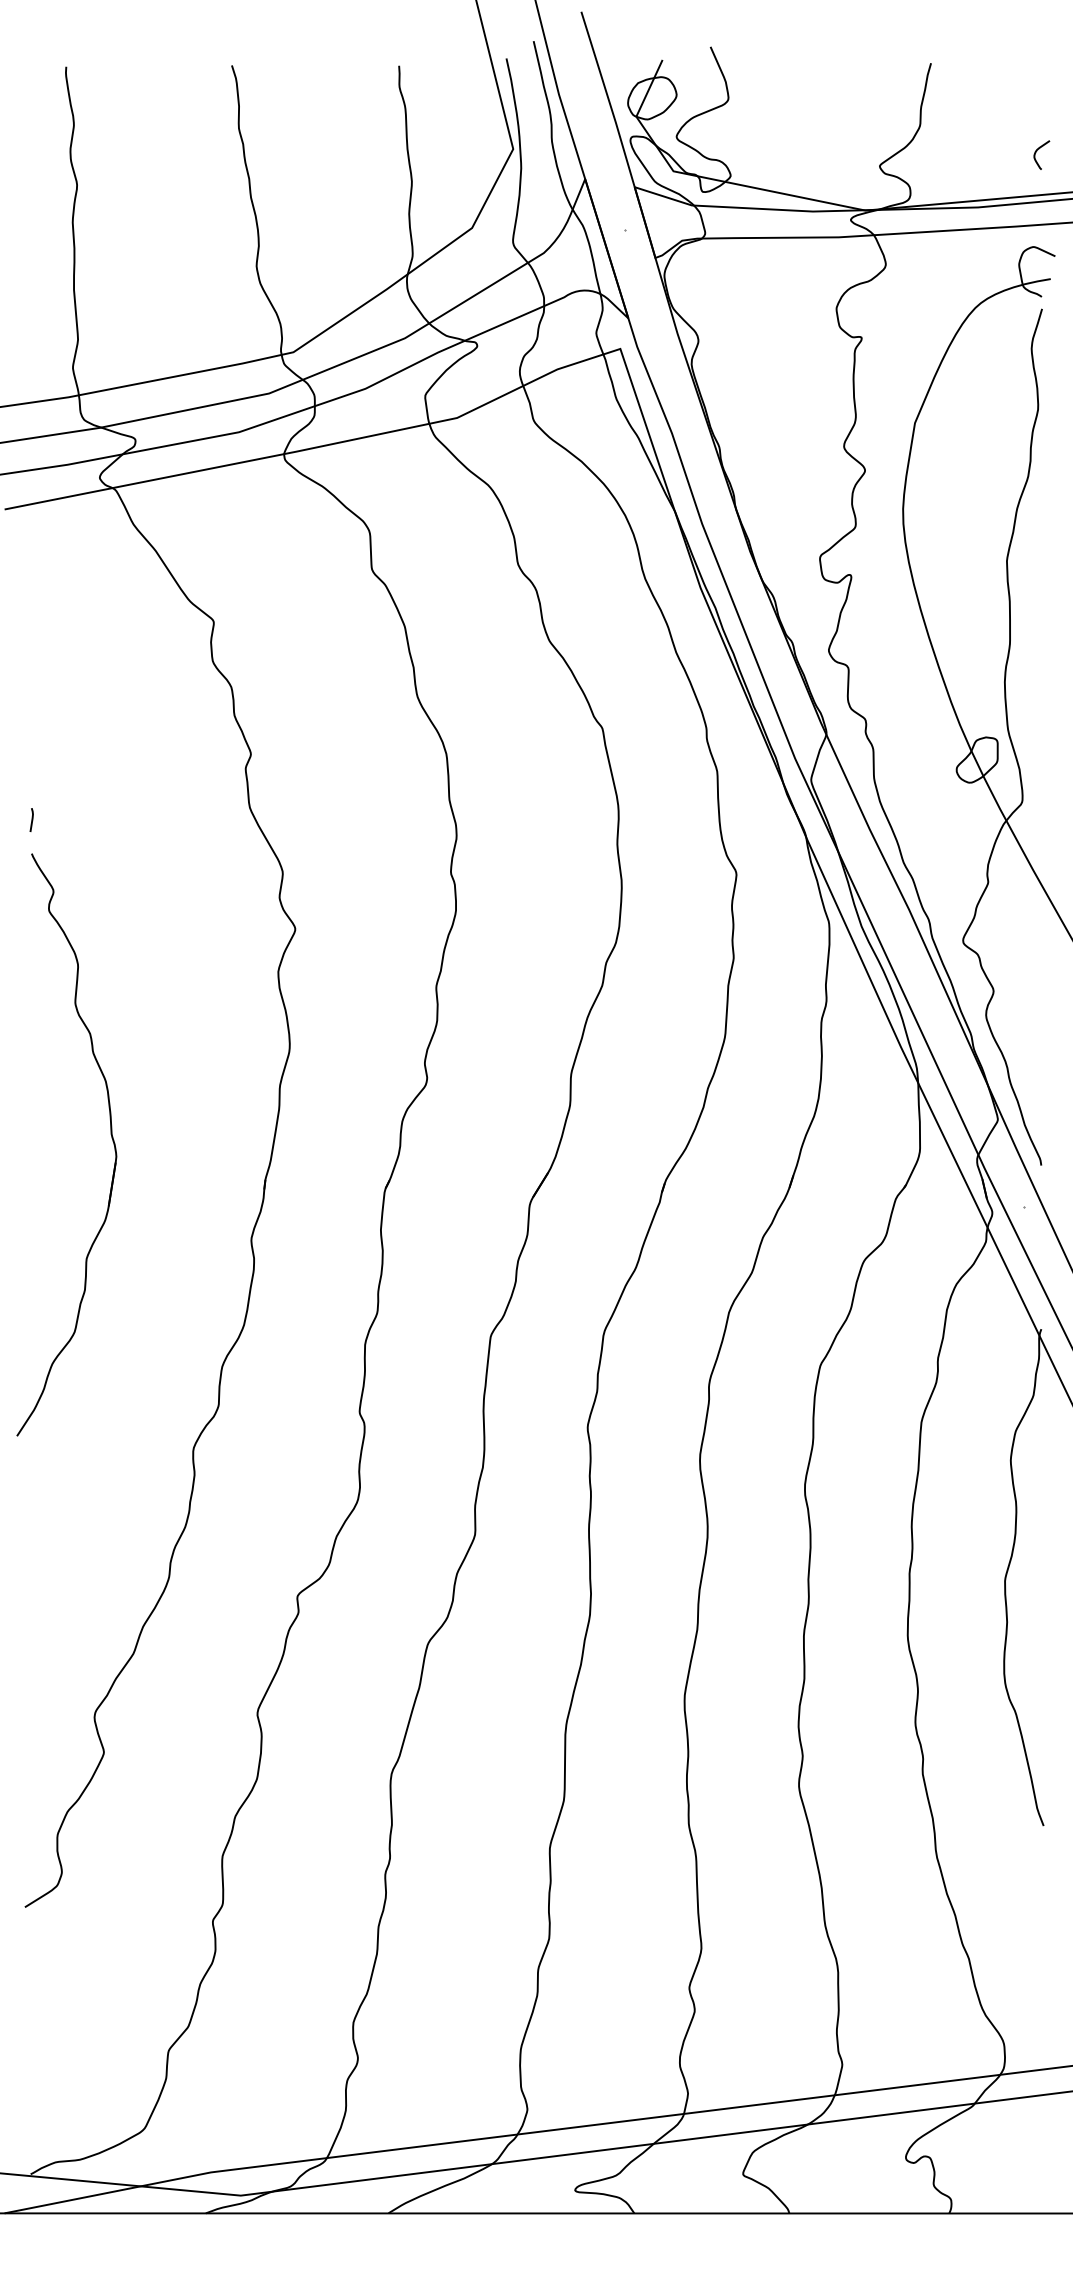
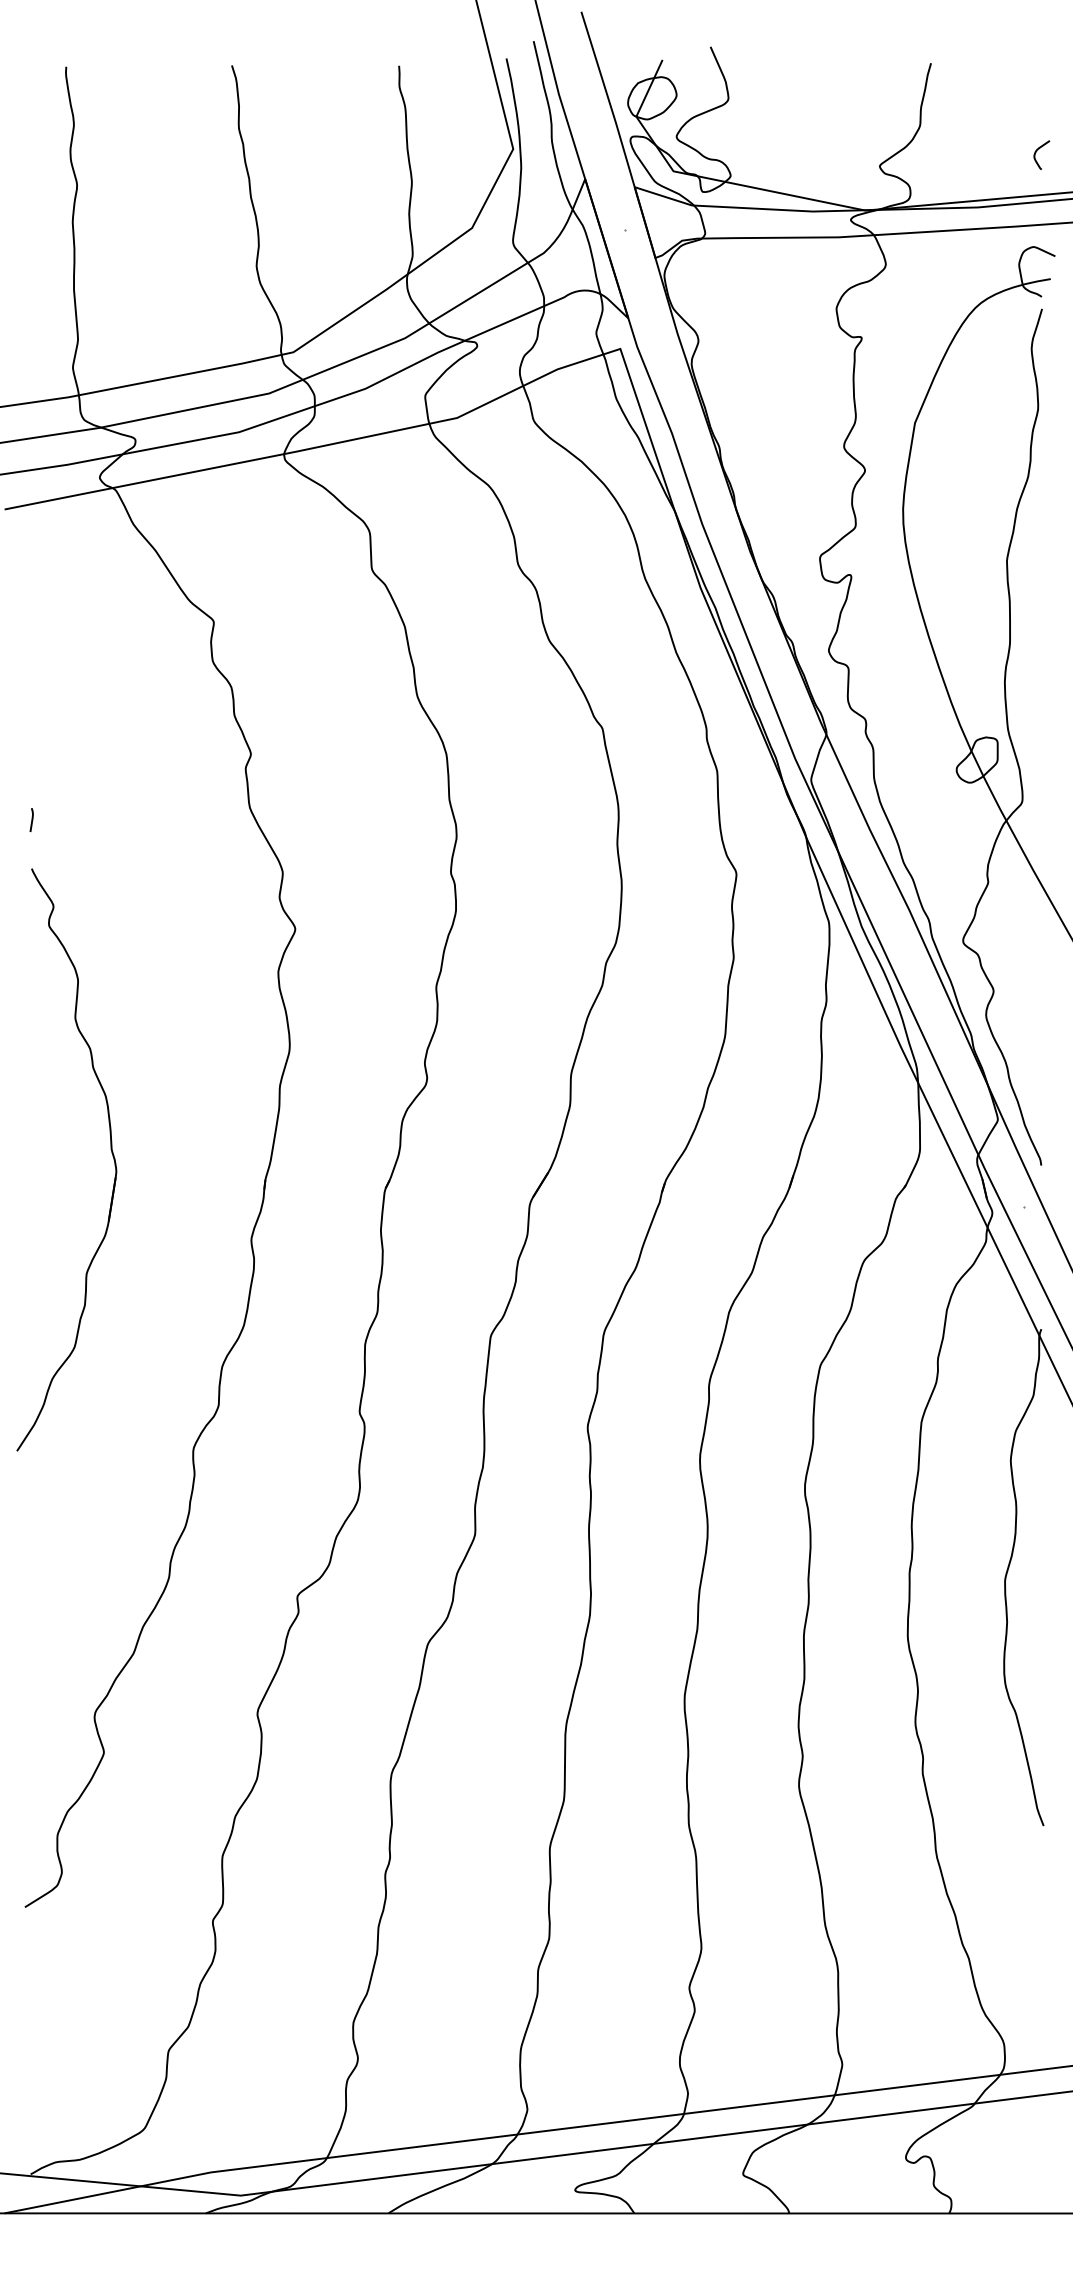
part at (110, 1134) position: (110, 1134) -> (110, 1149)
